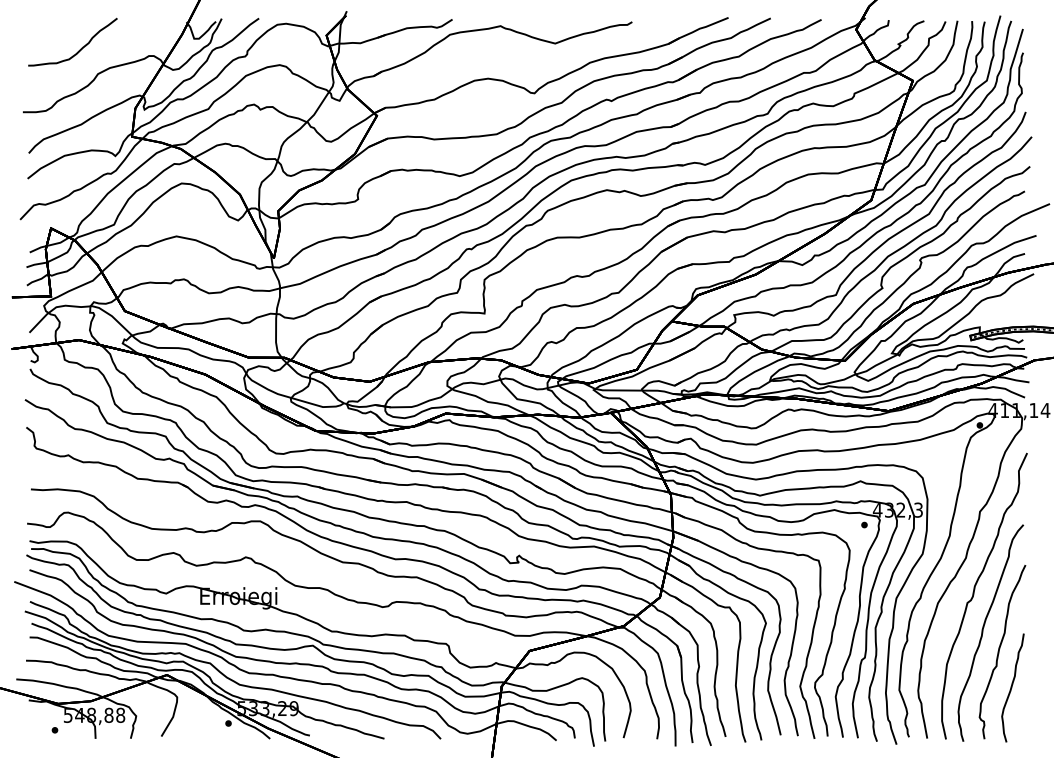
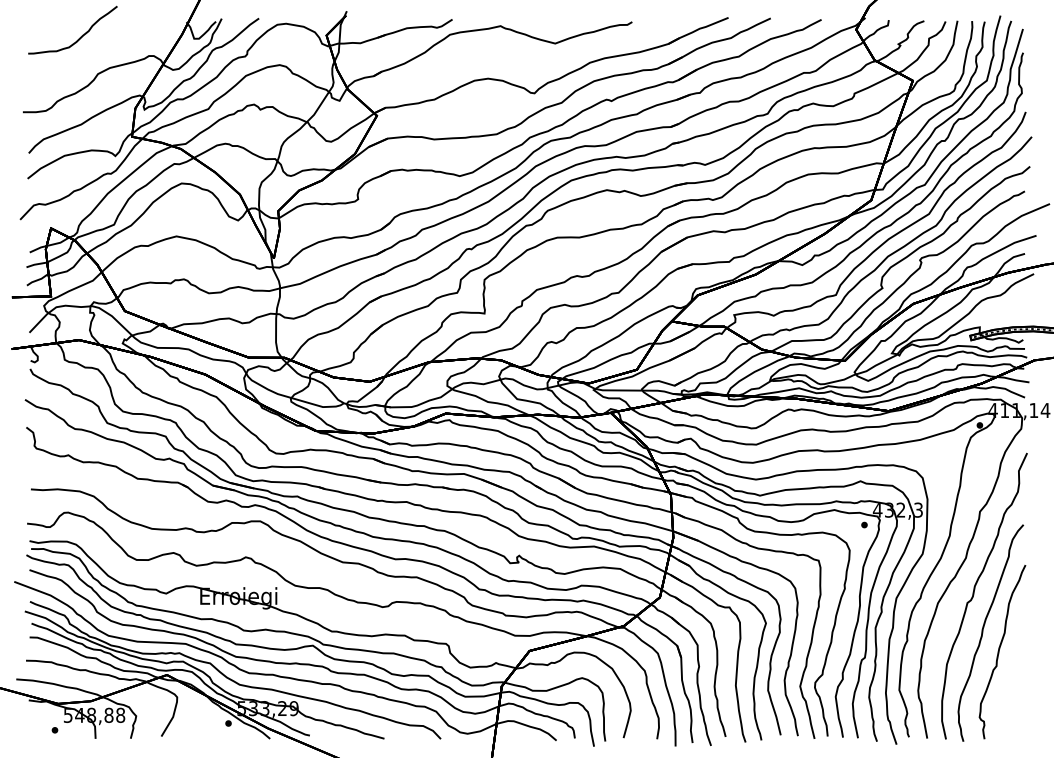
curve at (80, 48) position: (80, 48) -> (80, 36)
curve at (1012, 687): present -> none
